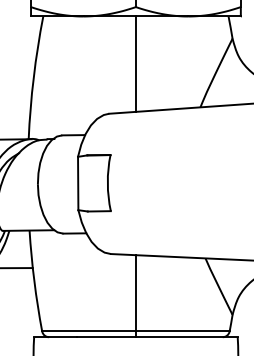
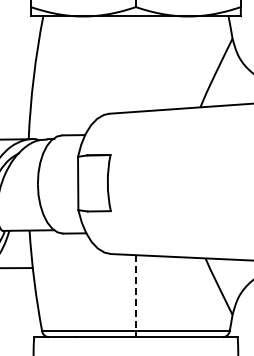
line at (135, 63): present -> none
line at (135, 293): solid -> dashed
